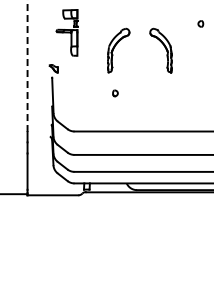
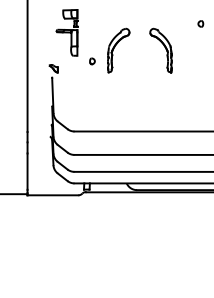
line at (27, 66): dashed -> solid
part at (115, 93) position: (115, 93) -> (92, 61)
